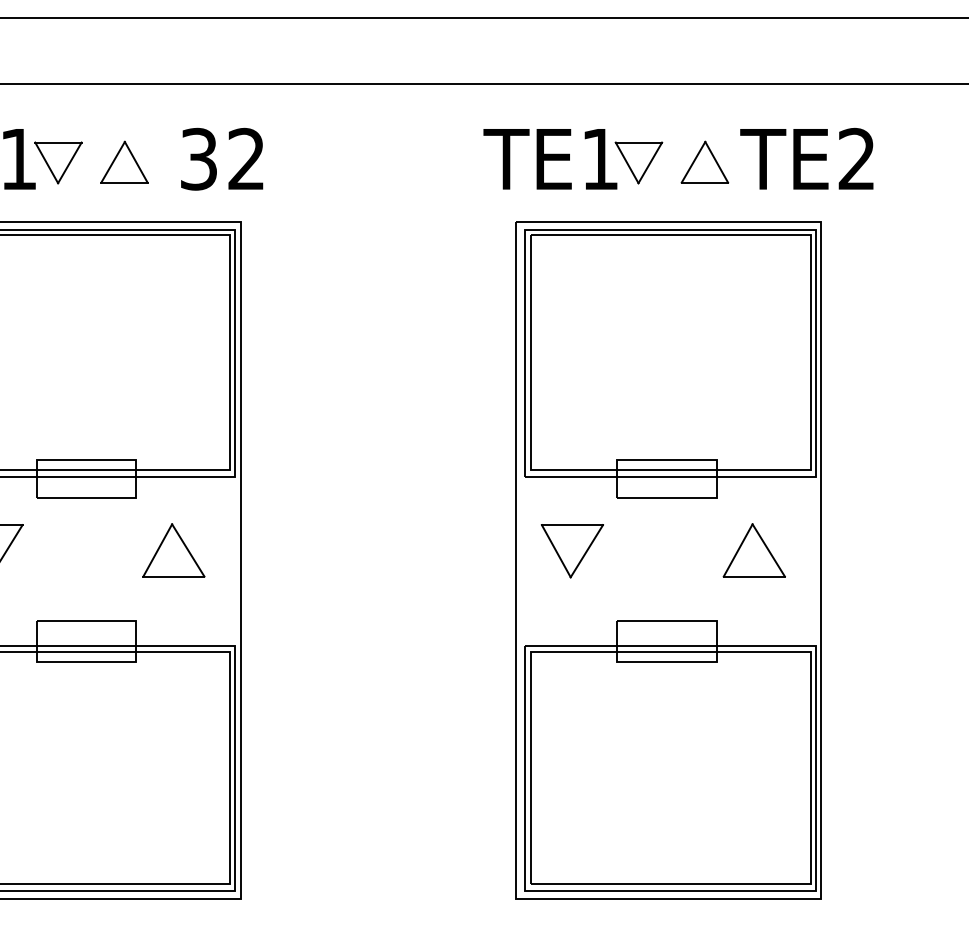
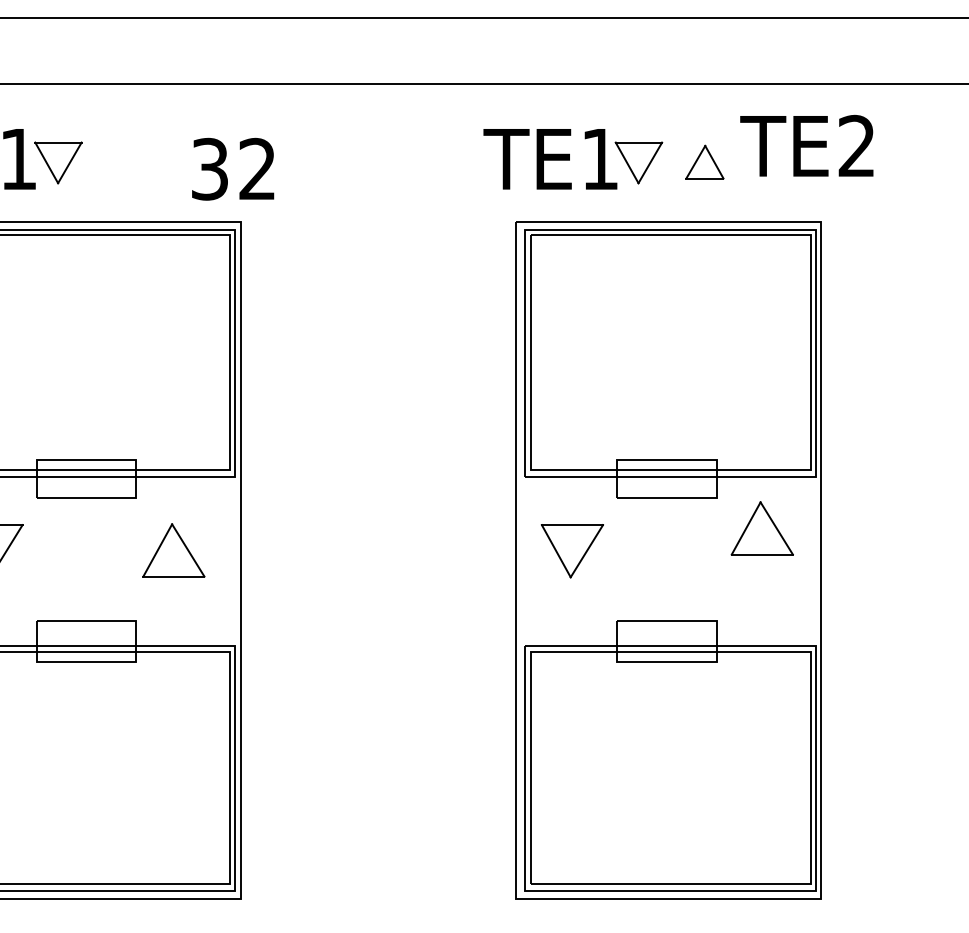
text at (222, 158) position: (222, 158) -> (233, 168)
text at (806, 158) position: (806, 158) -> (806, 145)
part at (124, 161): present -> none
part at (704, 161) size: 50x44 px -> 40x36 px
part at (753, 550) position: (753, 550) -> (761, 528)
